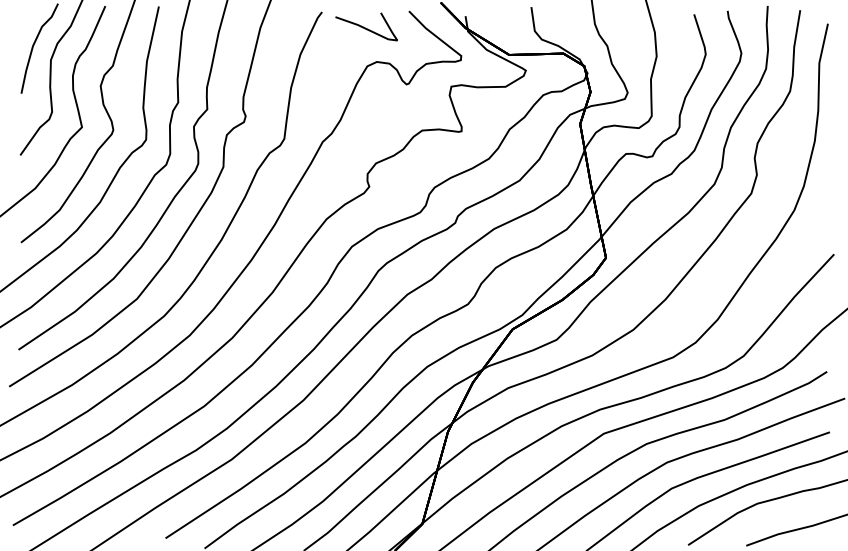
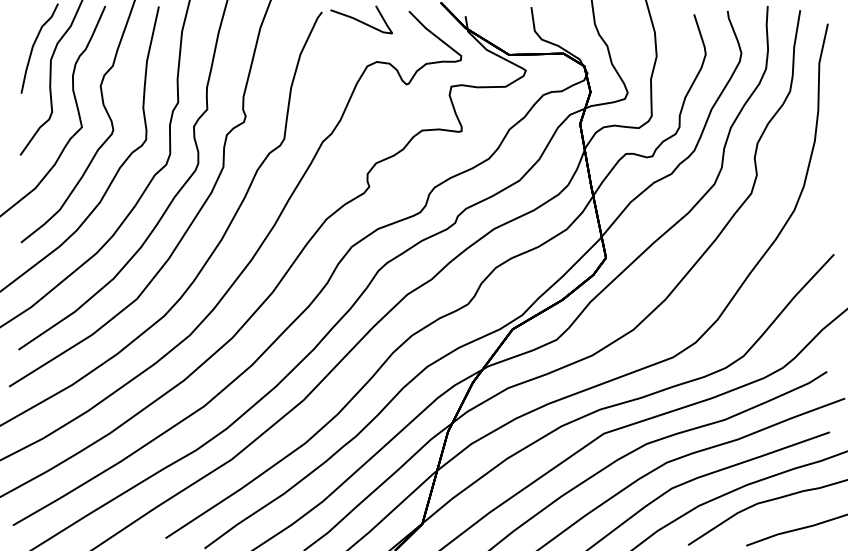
curve at (365, 27) position: (365, 27) -> (360, 20)
